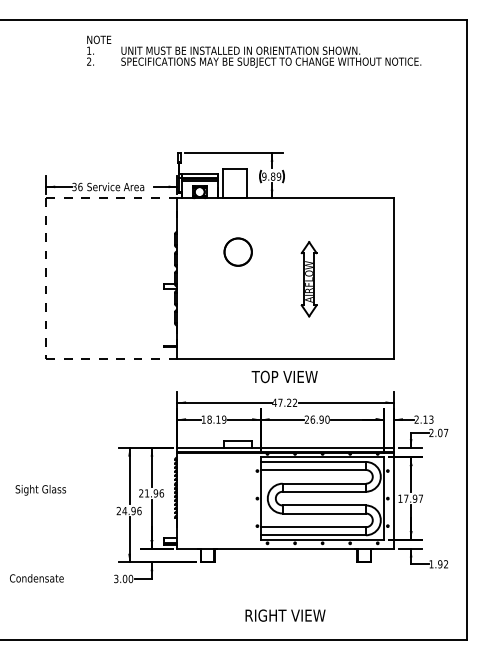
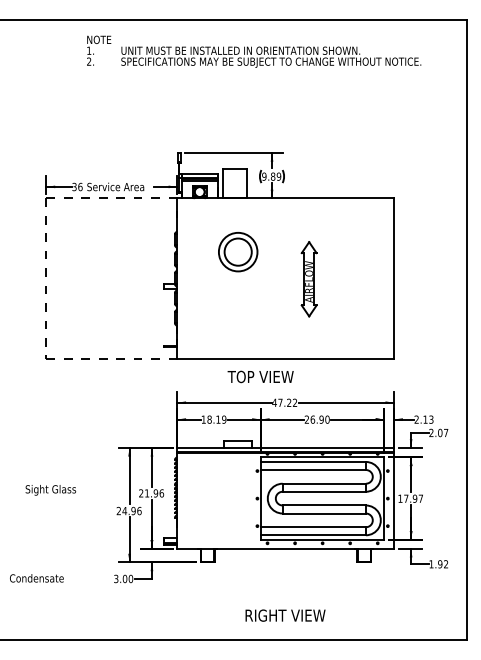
circle at (237, 251) diameter: 28 px -> 39 px
text at (284, 376) position: (284, 376) -> (260, 376)
text at (40, 490) position: (40, 490) -> (50, 490)
